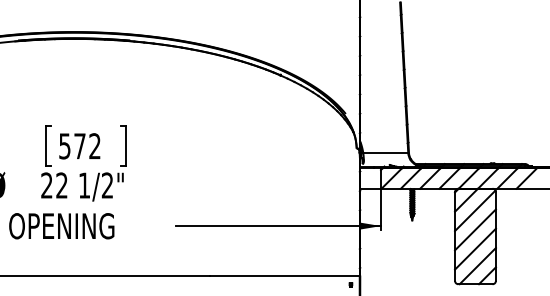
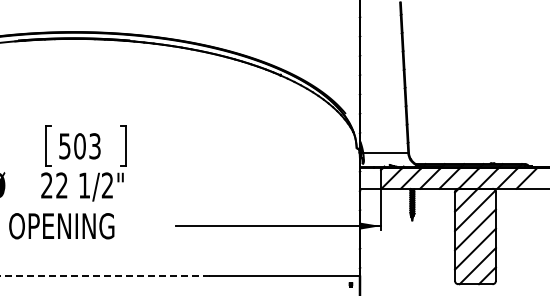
text at (87, 146): 572 -> 503
line at (105, 276): solid -> dashed
